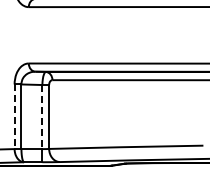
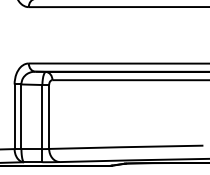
line at (14, 117): dashed -> solid
line at (42, 117): dashed -> solid
